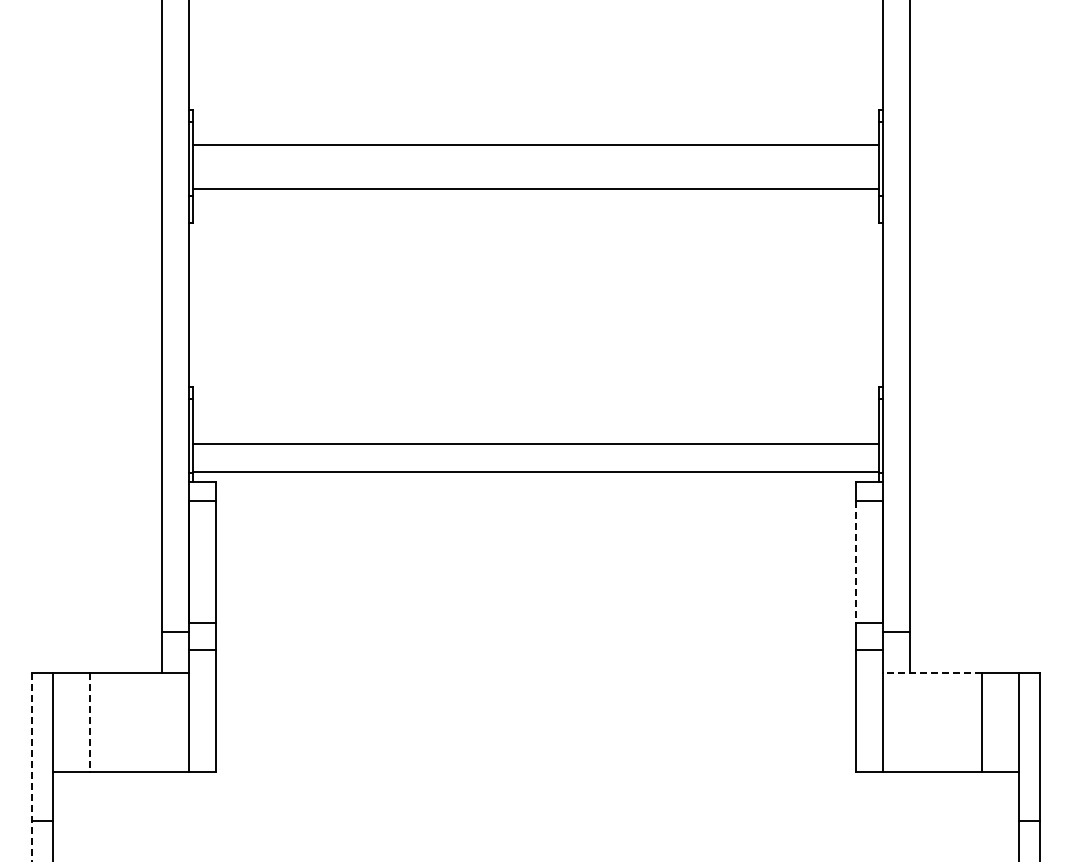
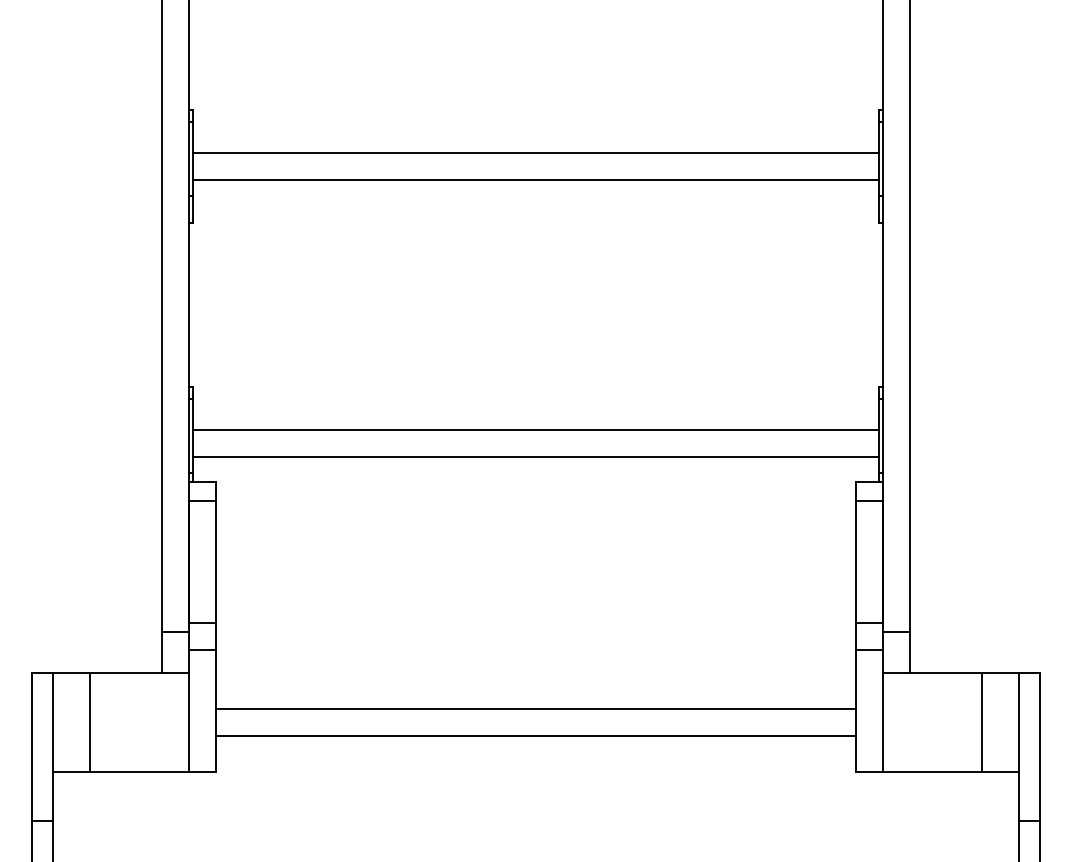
line at (535, 145) position: (535, 145) -> (535, 153)
line at (535, 188) position: (535, 188) -> (535, 179)
line at (535, 443) position: (535, 443) -> (535, 429)
line at (535, 471) position: (535, 471) -> (535, 456)
line at (856, 561): dashed -> solid
line at (932, 672): dashed -> solid
line at (535, 708): none -> present
line at (89, 722): dashed -> solid
line at (535, 735): none -> present
line at (32, 767): dashed -> solid
